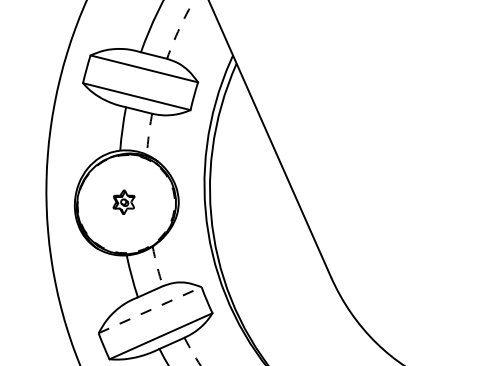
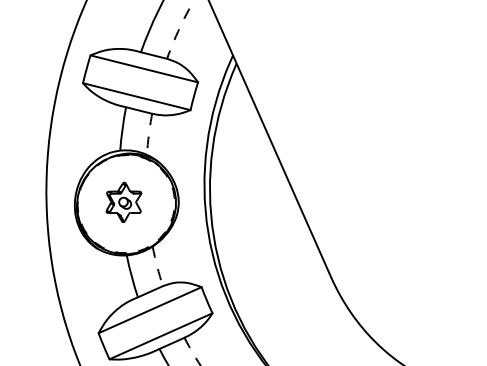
part at (123, 201) size: 24x26 px -> 38x42 px
line at (150, 310): dashed -> solid
